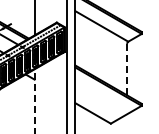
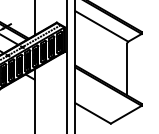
line at (127, 69): dashed -> solid
line at (34, 101): dashed -> solid
